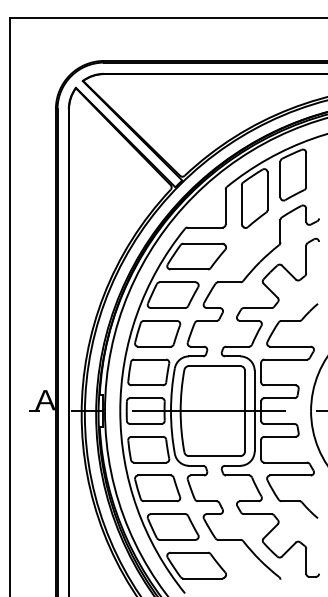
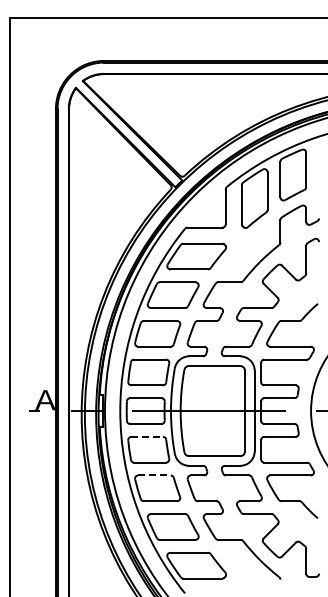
line at (147, 436): solid -> dashed
line at (154, 475): solid -> dashed
